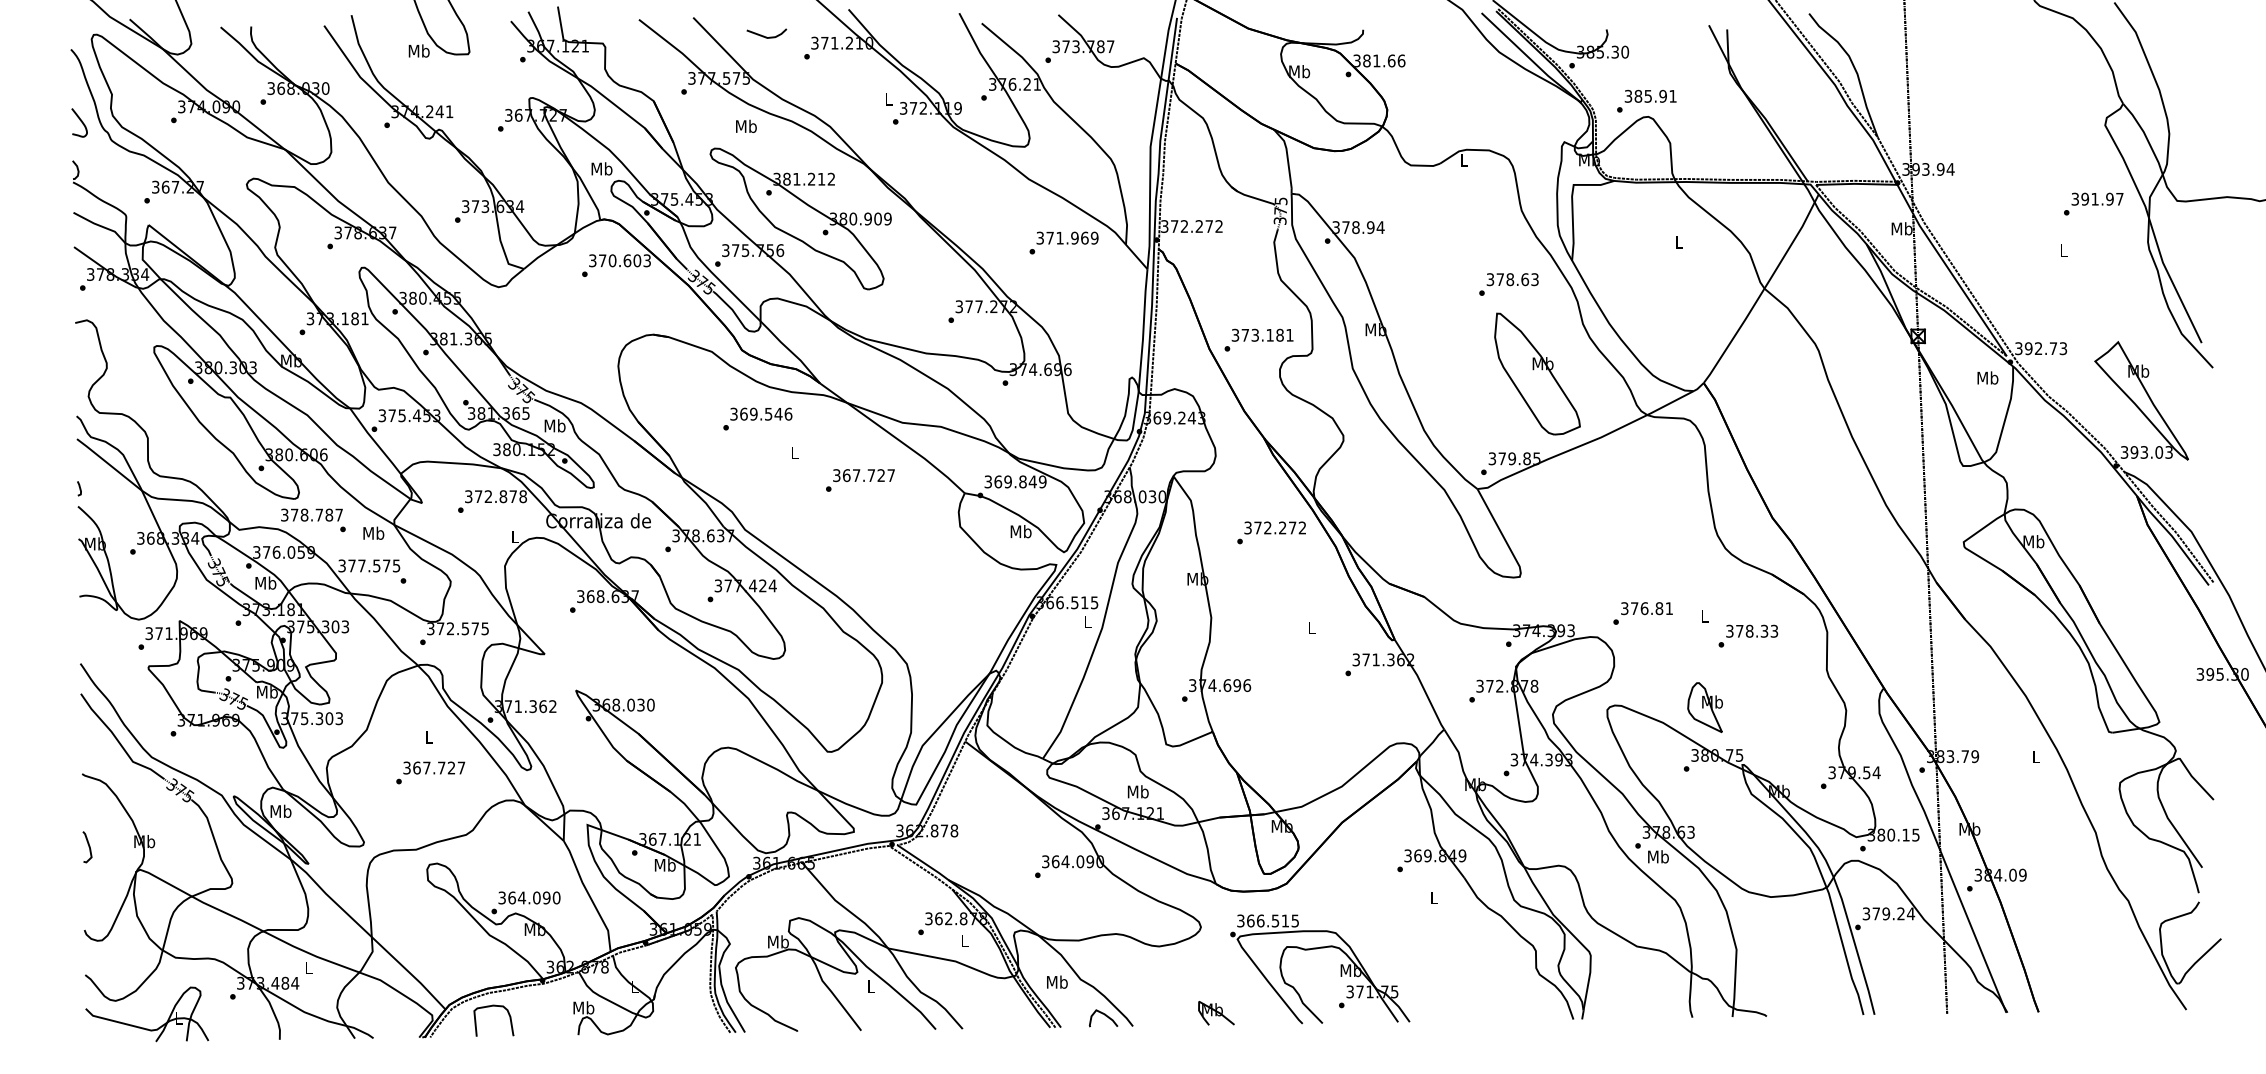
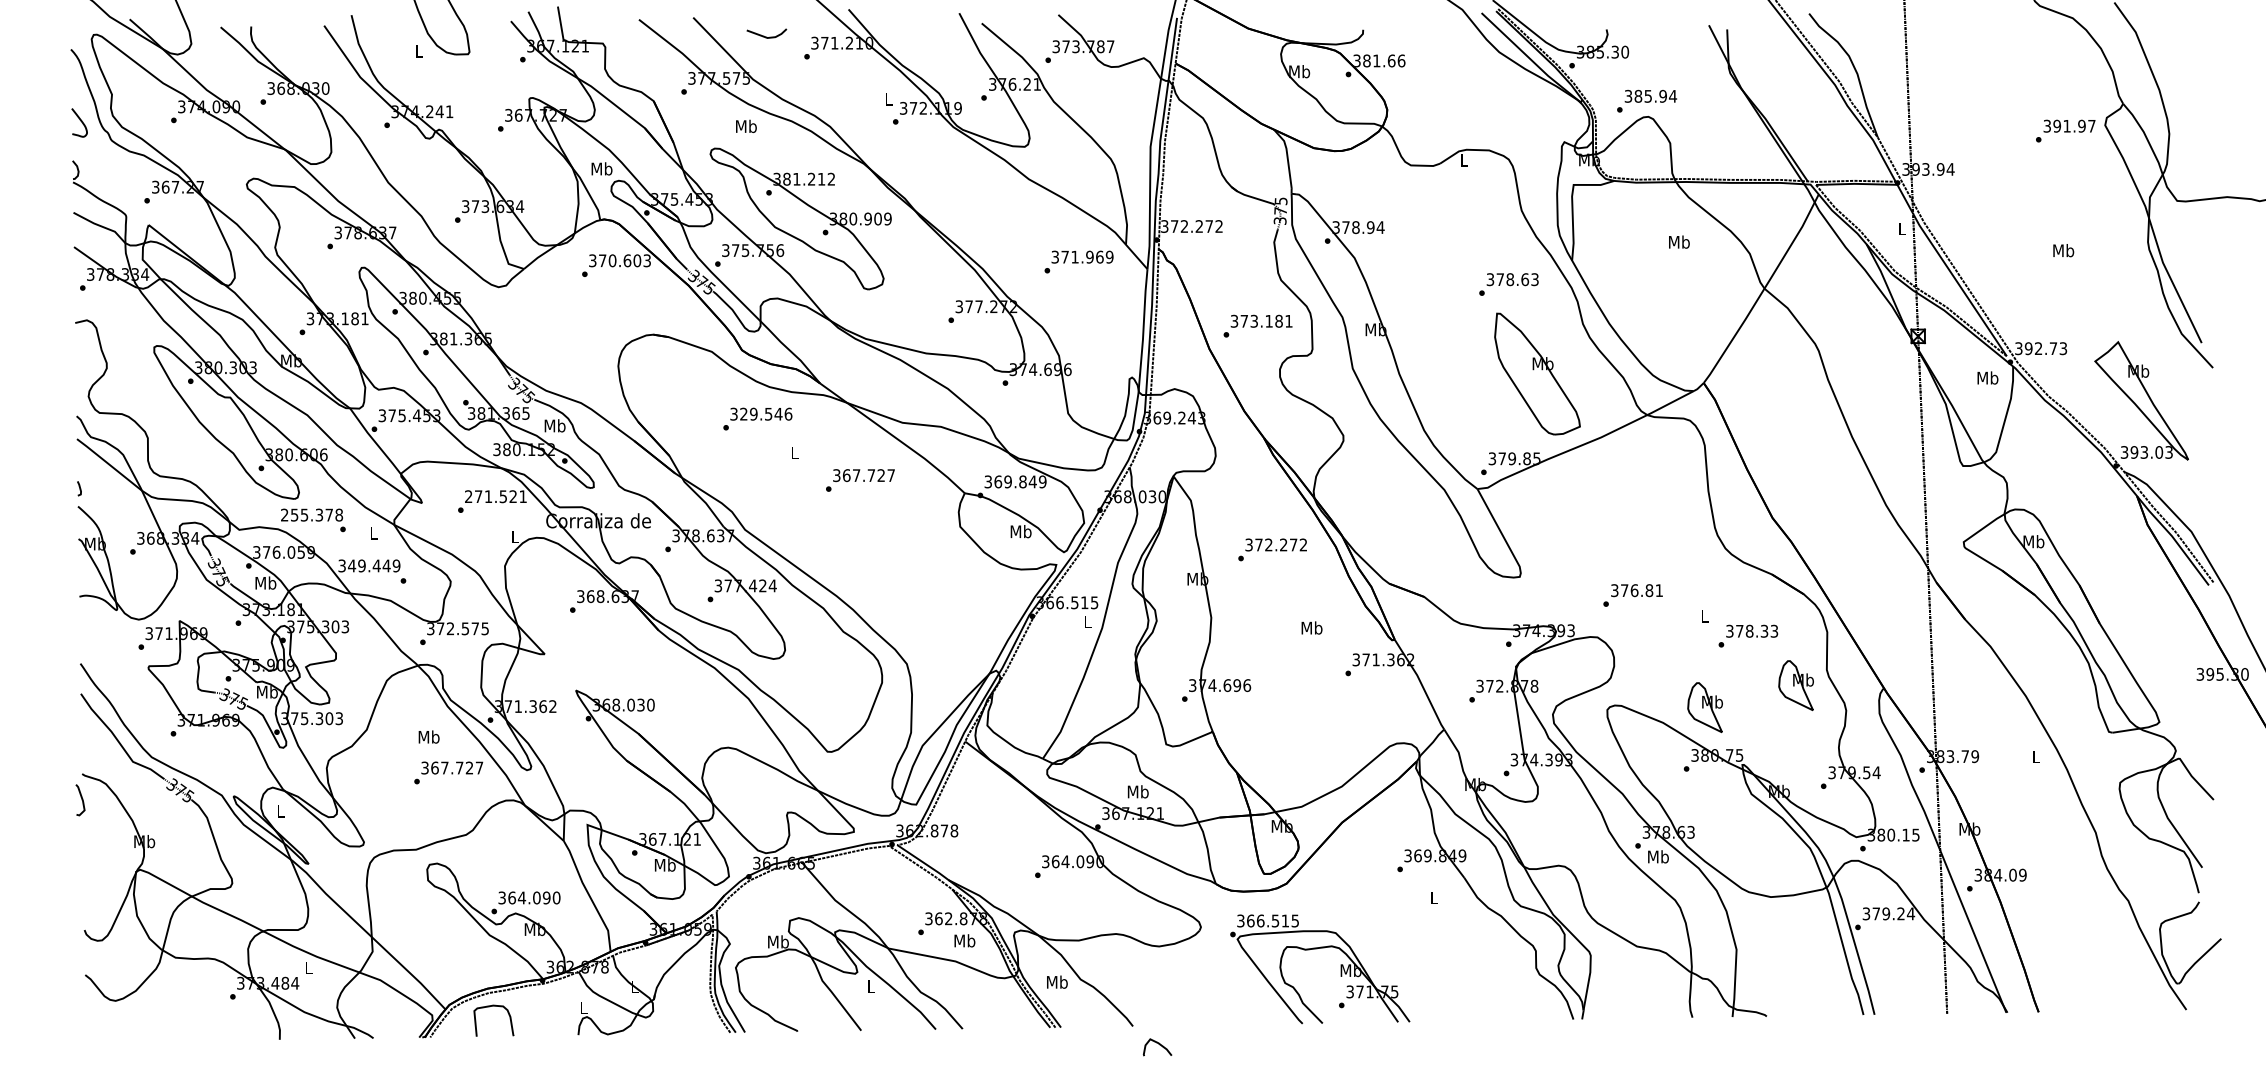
text at (418, 50): Mb -> L
text at (1673, 96): 385.91 -> 385.94
text at (2093, 203) position: (2093, 203) -> (2065, 130)
text at (1901, 228): Mb -> L
text at (1679, 241): L -> Mb
text at (1063, 242) position: (1063, 242) -> (1078, 261)
text at (2063, 250): L -> Mb
text at (1258, 339) position: (1258, 339) -> (1257, 325)
text at (743, 413): 369.546 -> 329.546
text at (496, 496): 372.878 -> 271.521
text at (312, 514): 378.787 -> 255.378
text at (373, 532): Mb -> L
text at (1271, 532) position: (1271, 532) -> (1272, 549)
text at (374, 565): 377.575 -> 349.449
text at (1642, 613) position: (1642, 613) -> (1632, 595)
text at (1311, 627): L -> Mb
part at (1795, 685): none -> present
text at (428, 736): L -> Mb
text at (430, 772) position: (430, 772) -> (448, 772)
text at (280, 810): Mb -> L
curve at (88, 847) position: (88, 847) -> (81, 800)
text at (964, 940): L -> Mb
text at (583, 1007): Mb -> L
part at (1216, 1013): present -> none
curve at (1105, 1016) position: (1105, 1016) -> (1159, 1045)
part at (144, 1027): present -> none
